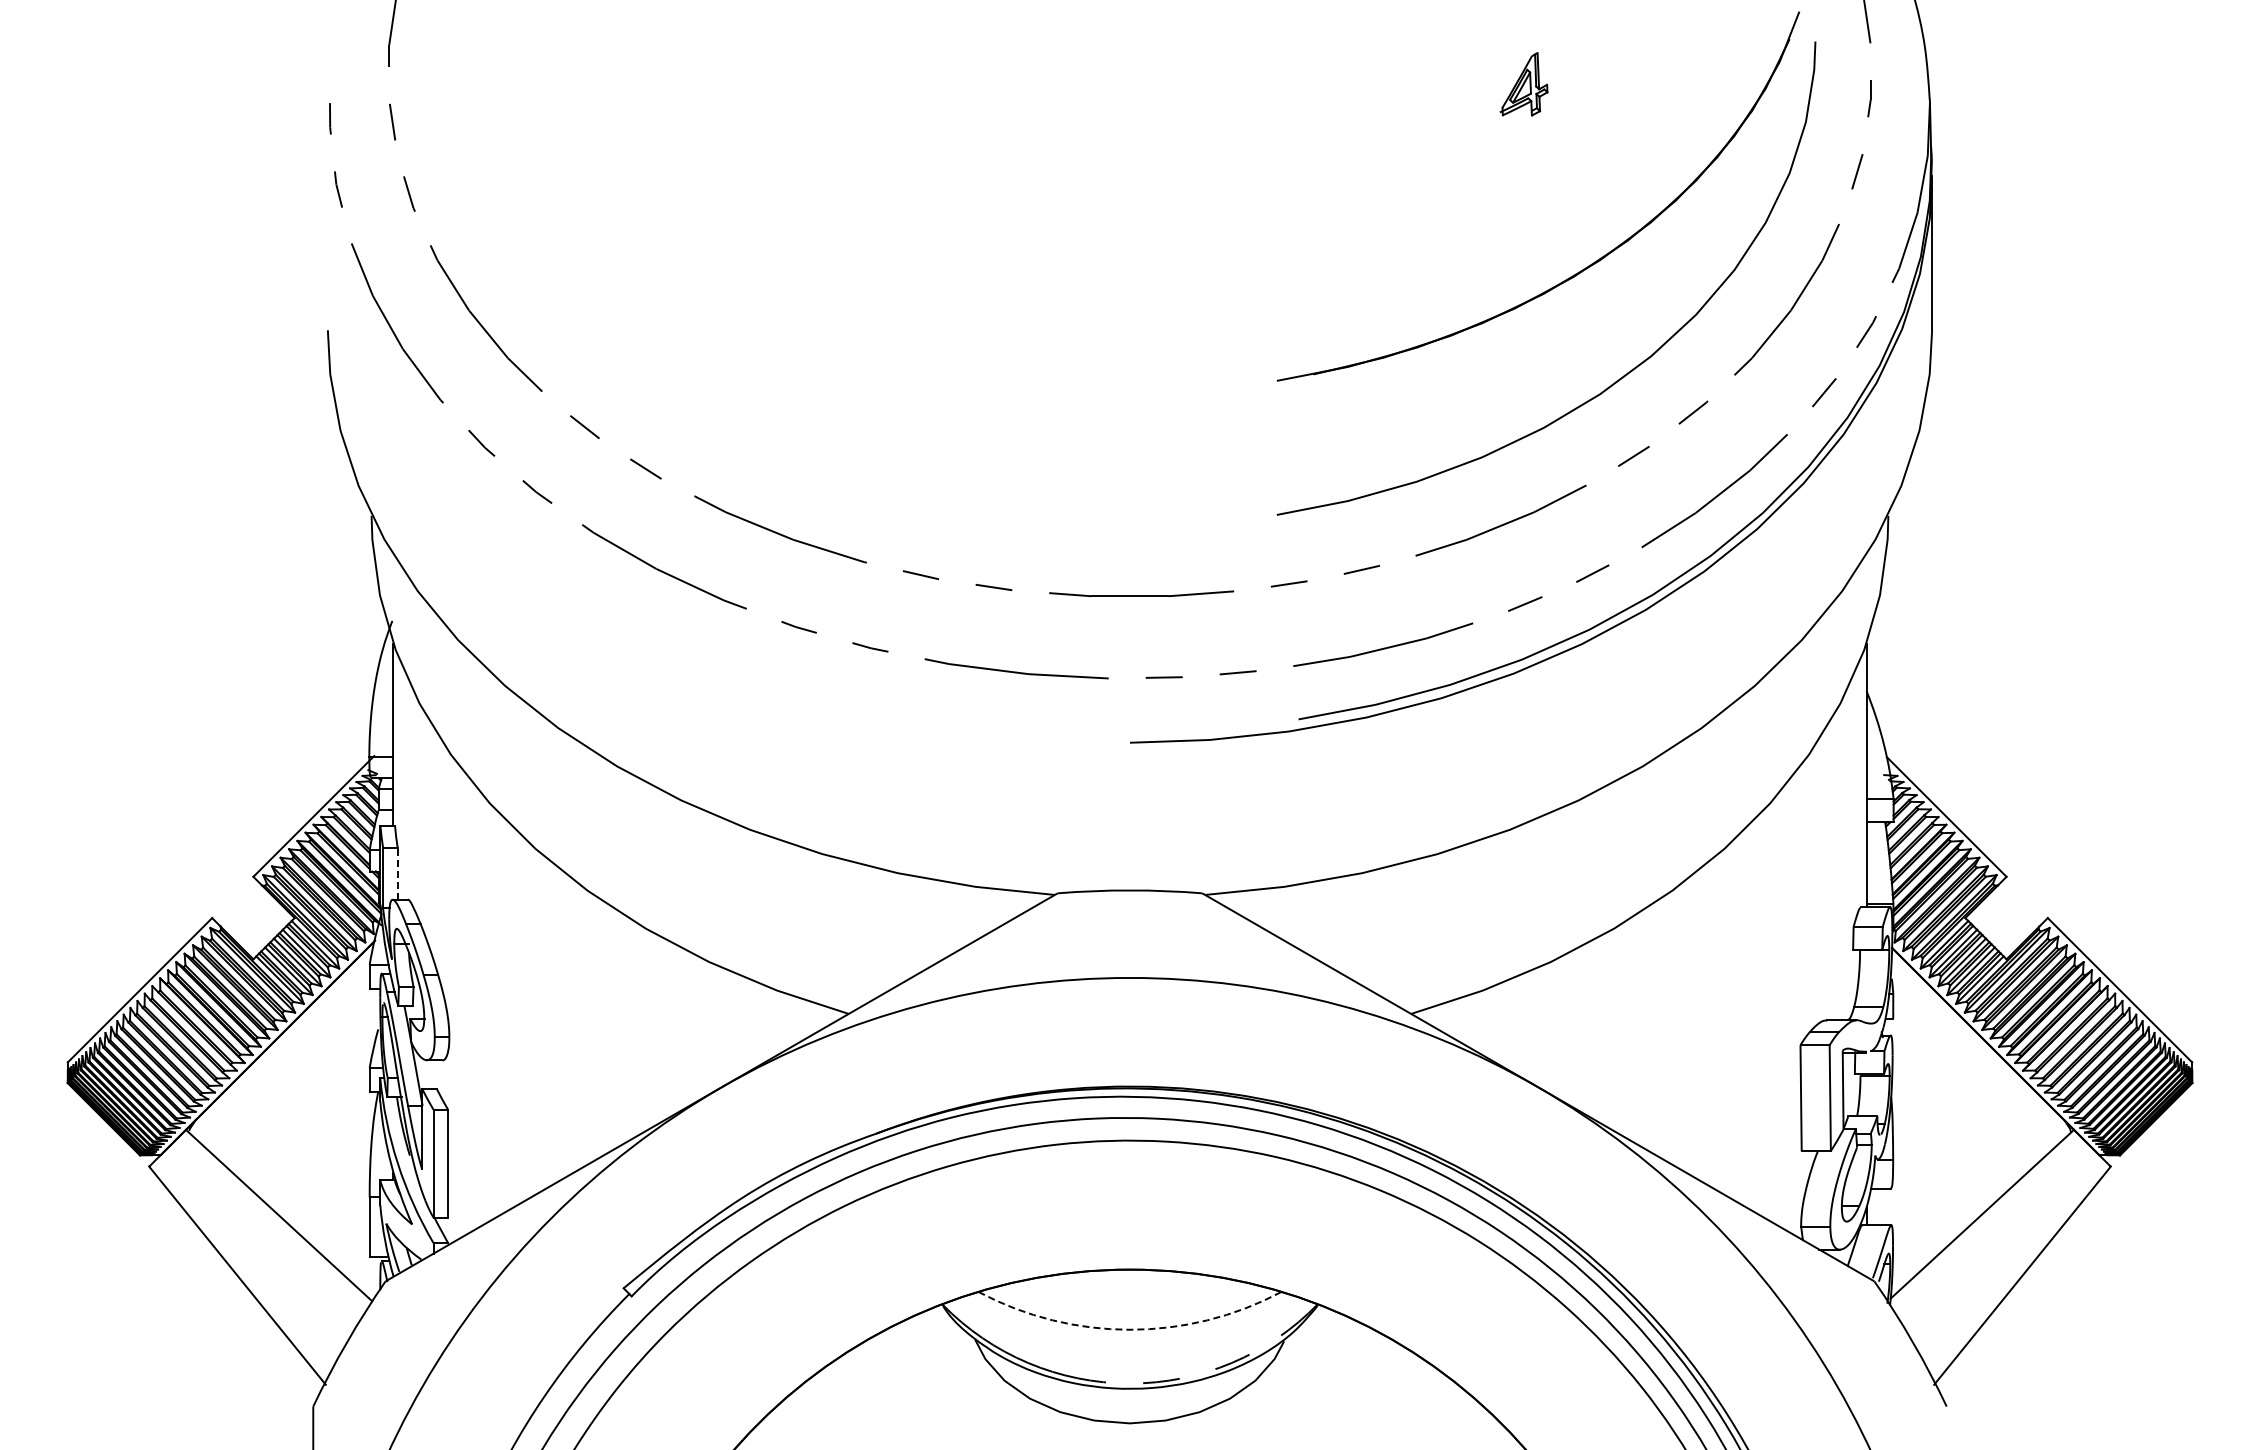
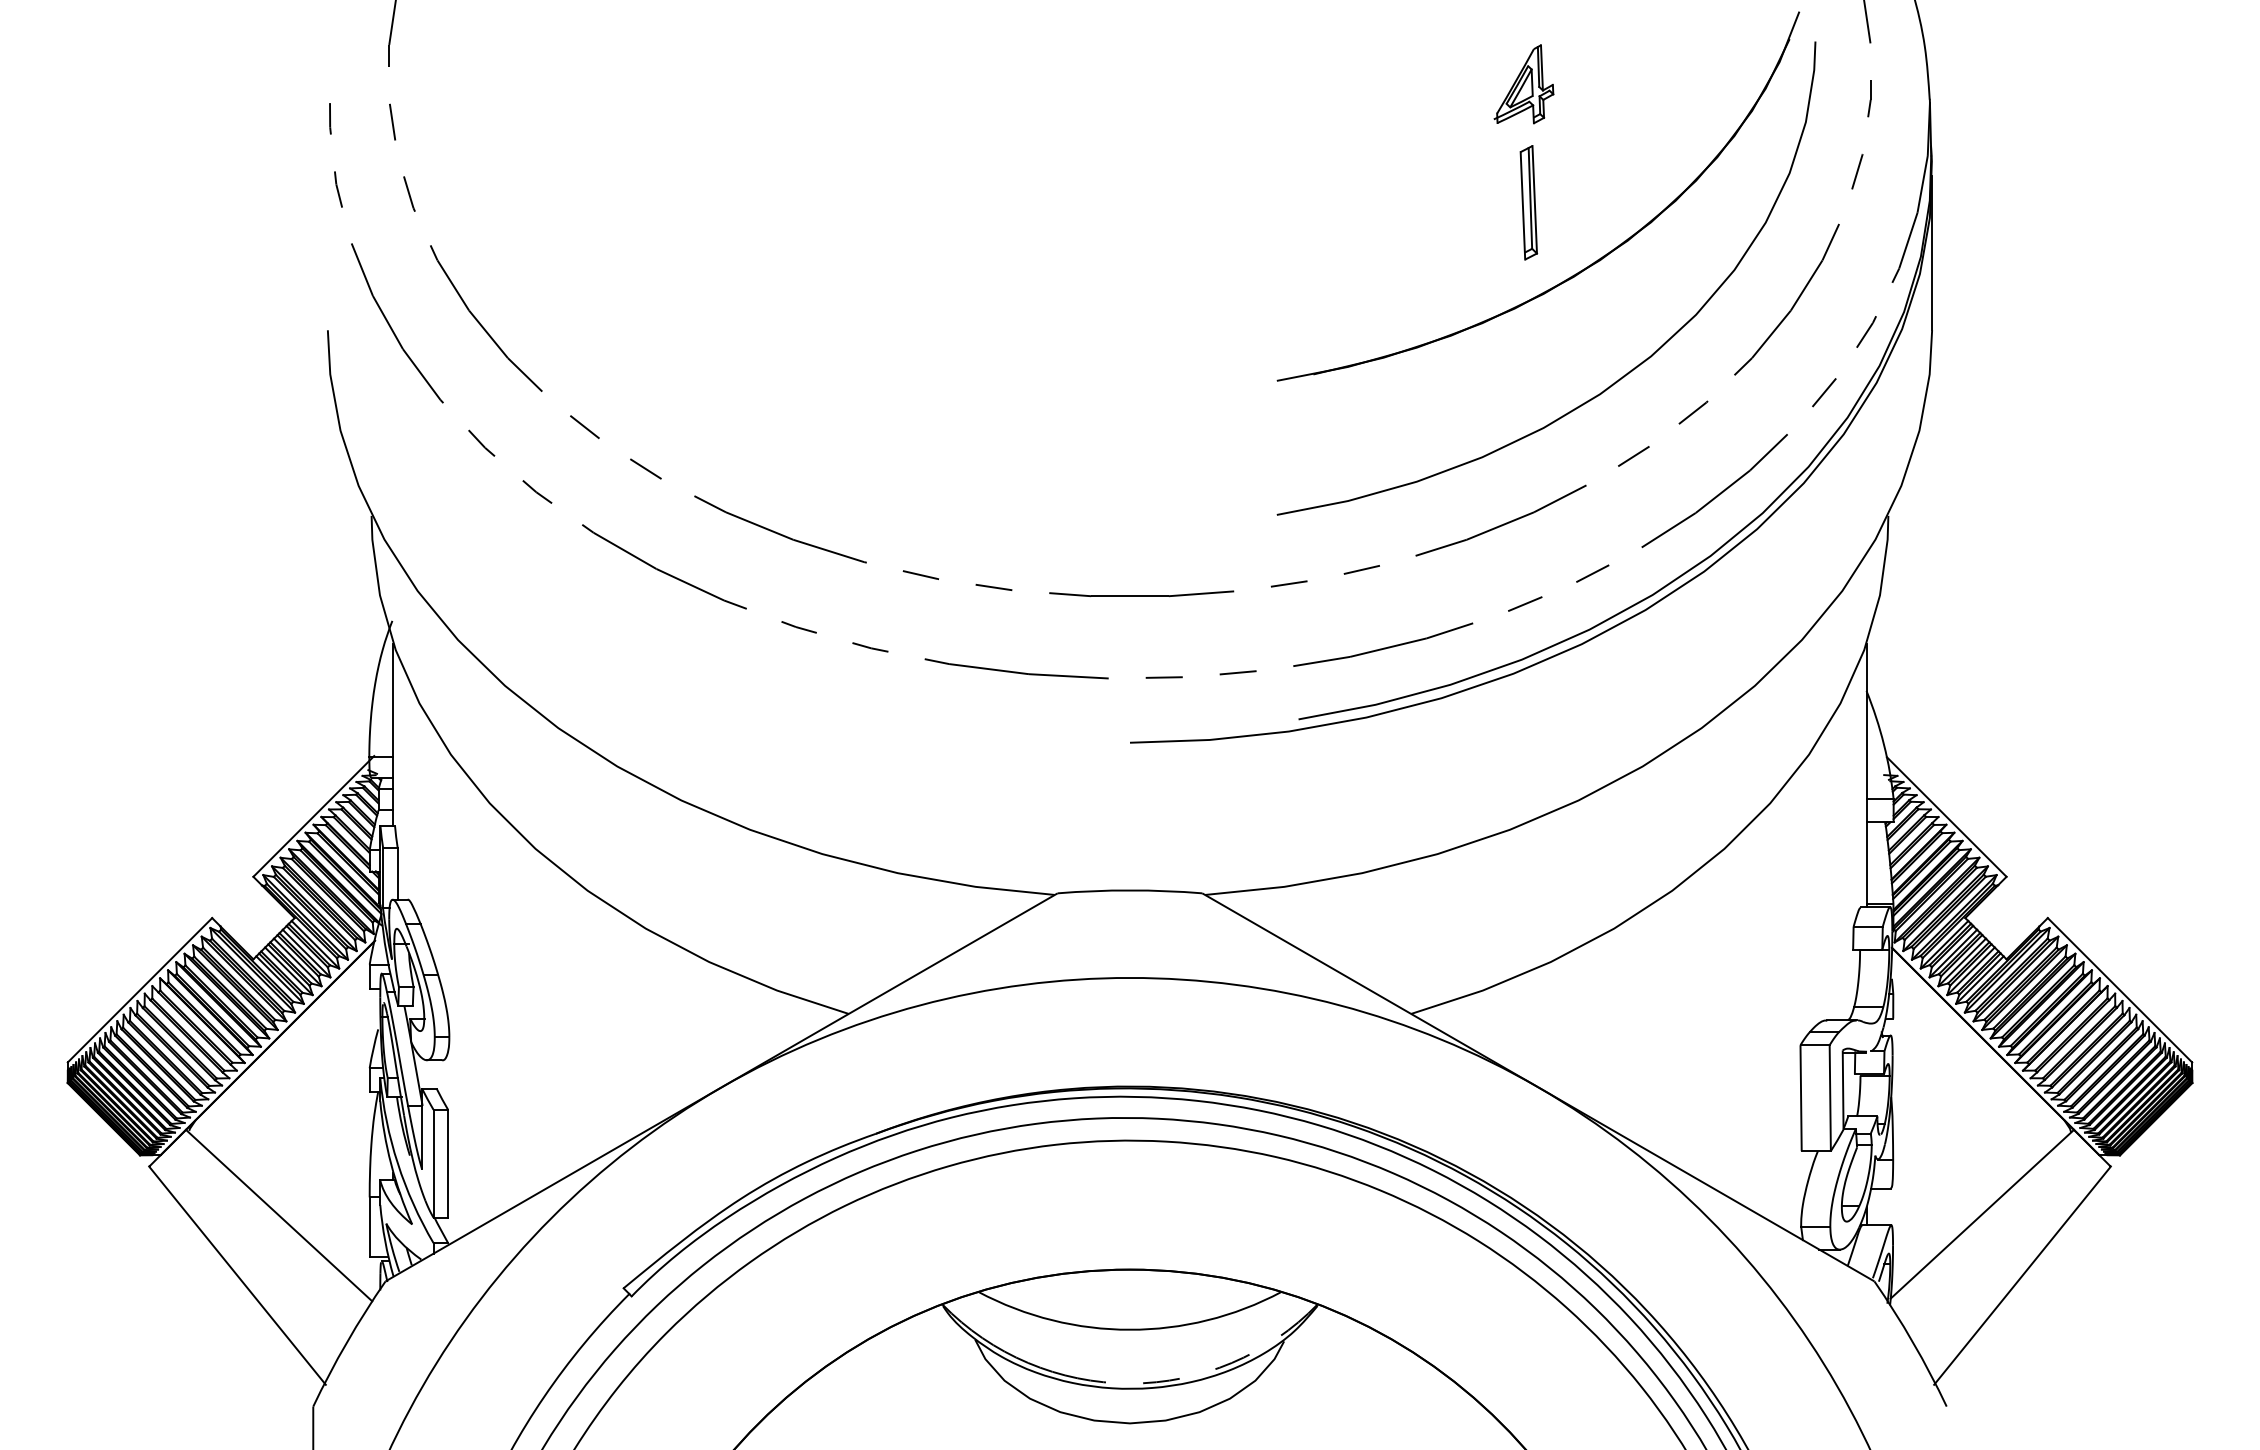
part at (1523, 84) size: 50x65 px -> 62x81 px
part at (1528, 202): none -> present
line at (397, 873): dashed -> solid
arc at (1130, 1329): dashed -> solid
